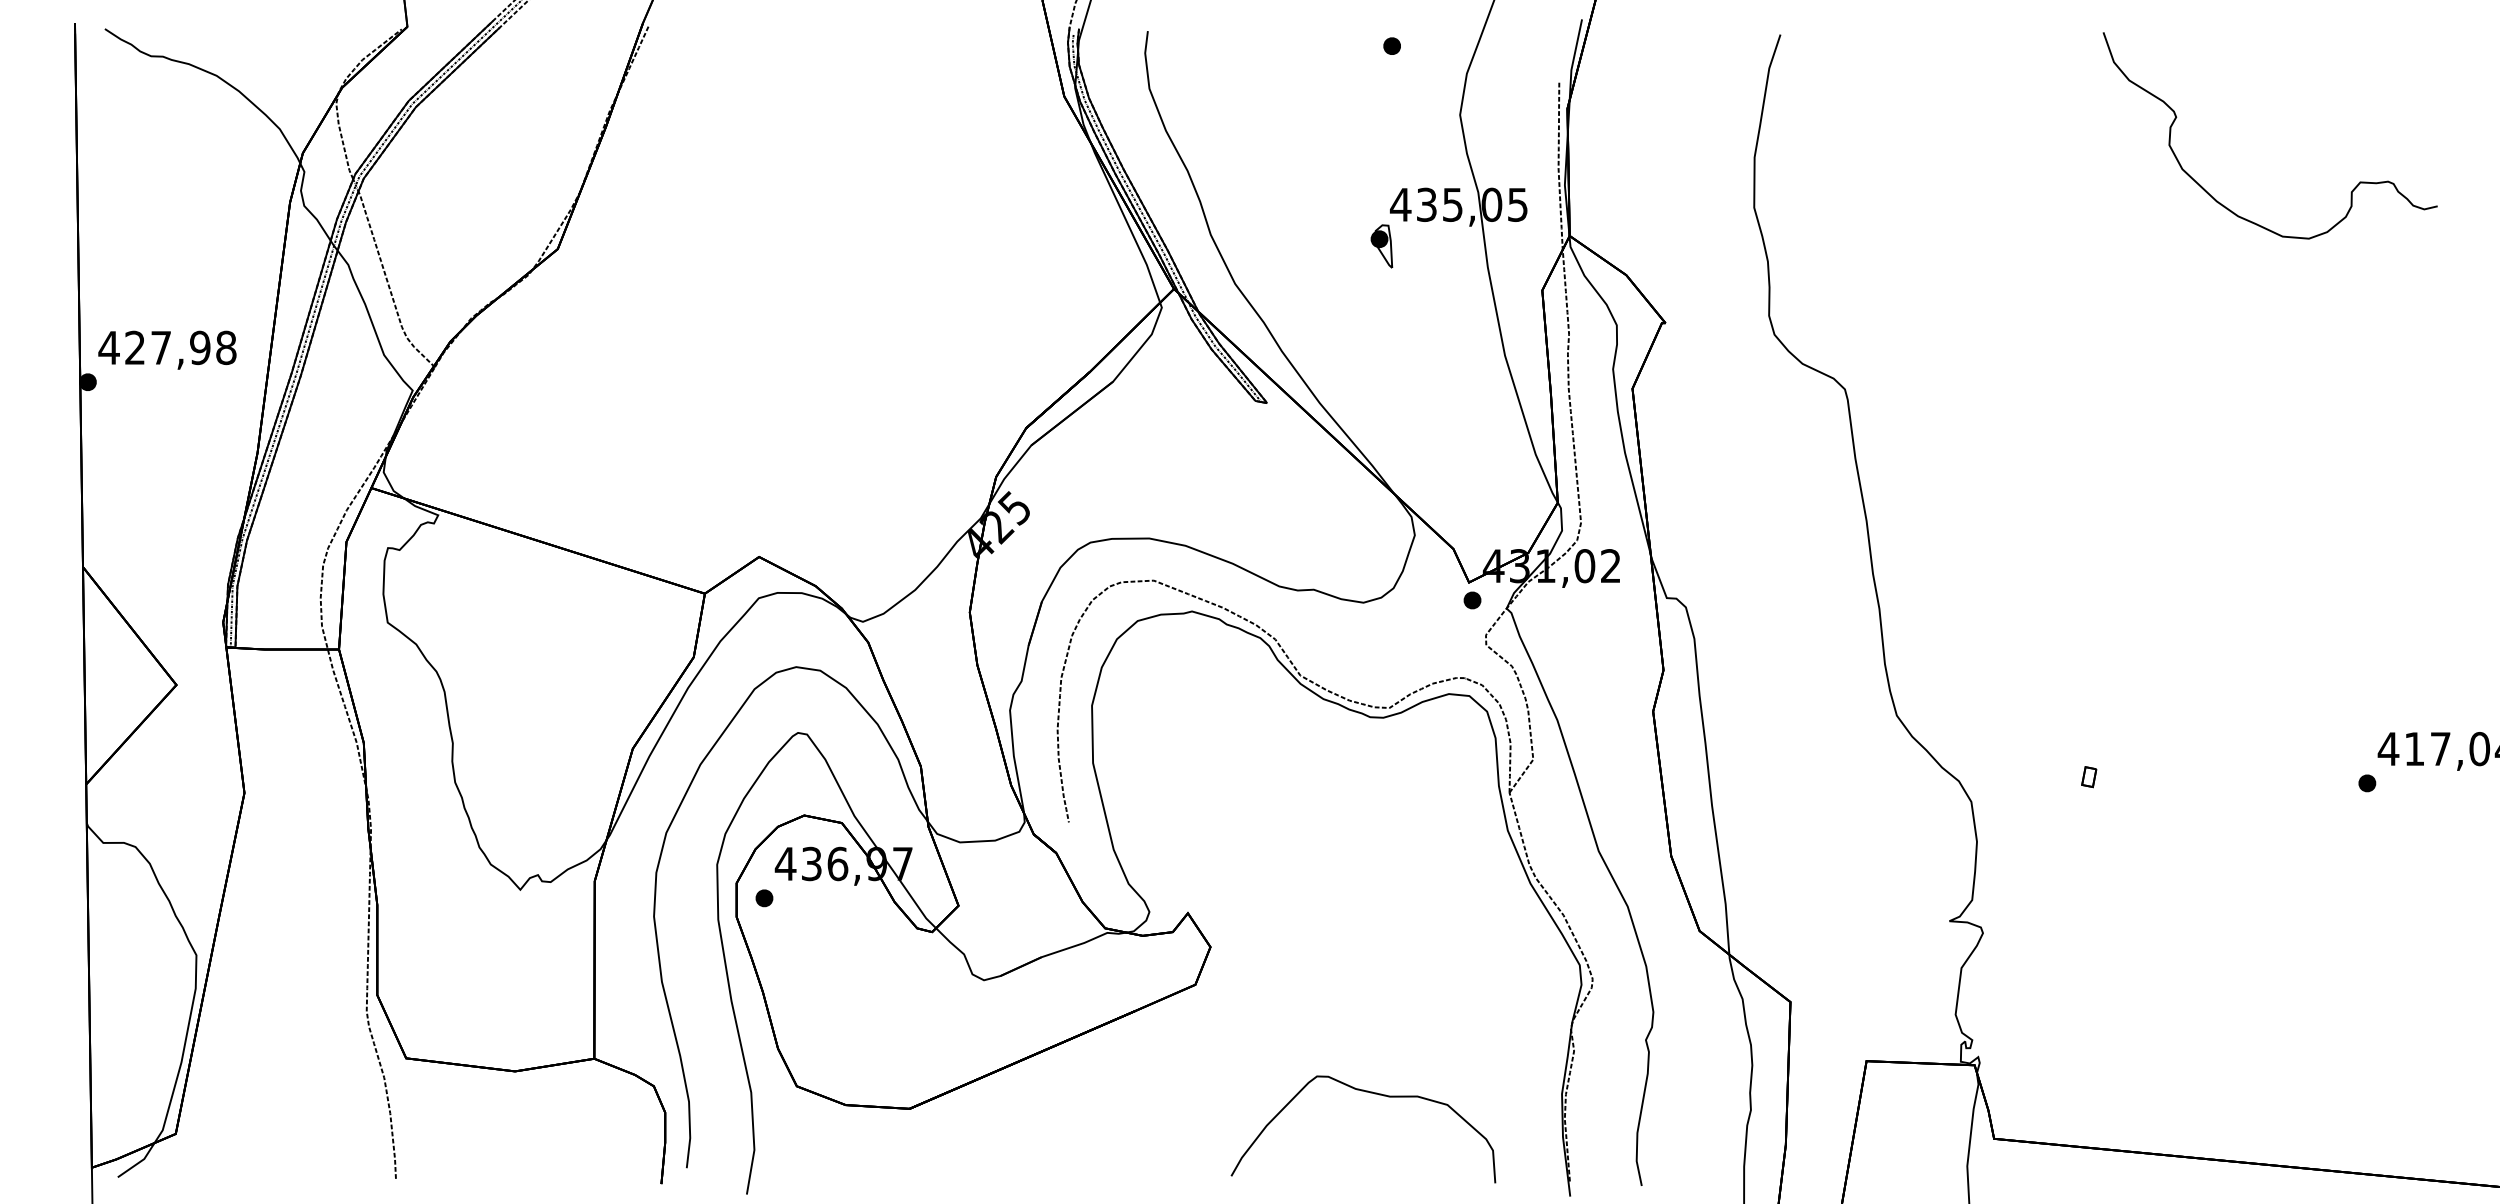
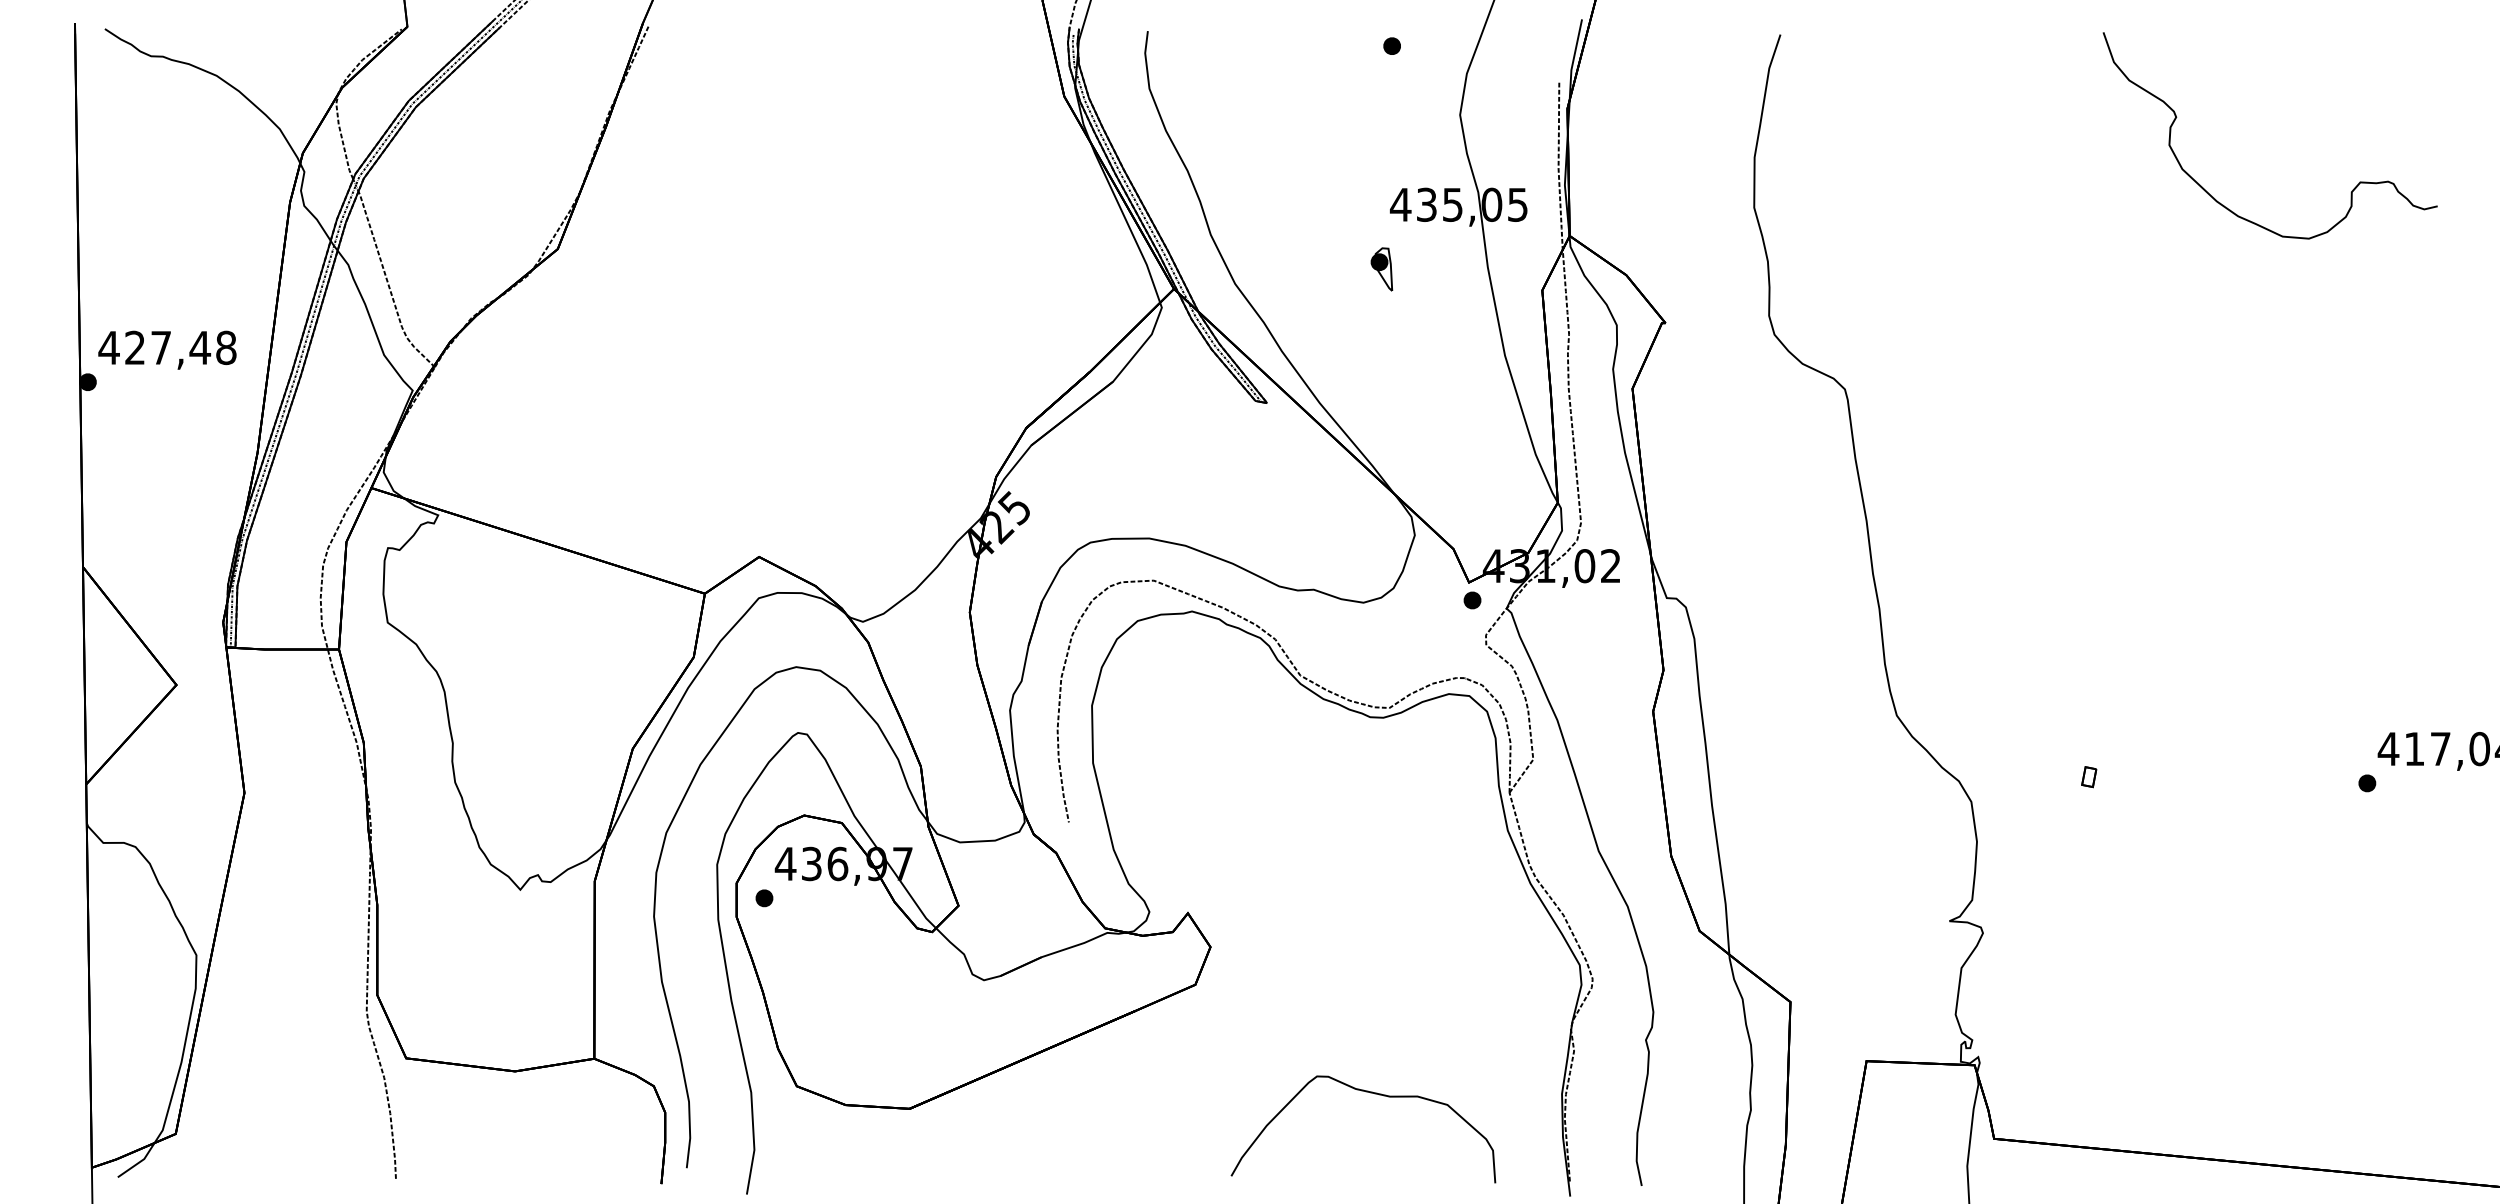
part at (1381, 246) position: (1381, 246) -> (1381, 269)
text at (200, 347): 427,98 -> 427,48
